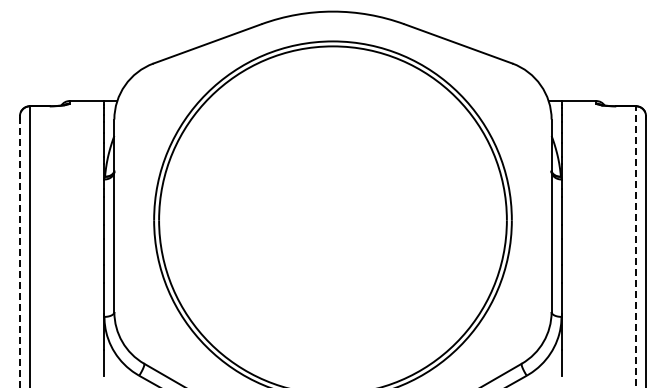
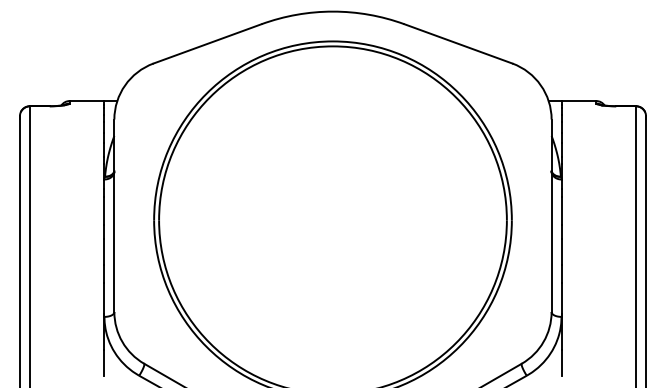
line at (636, 246): dashed -> solid
line at (19, 252): dashed -> solid
